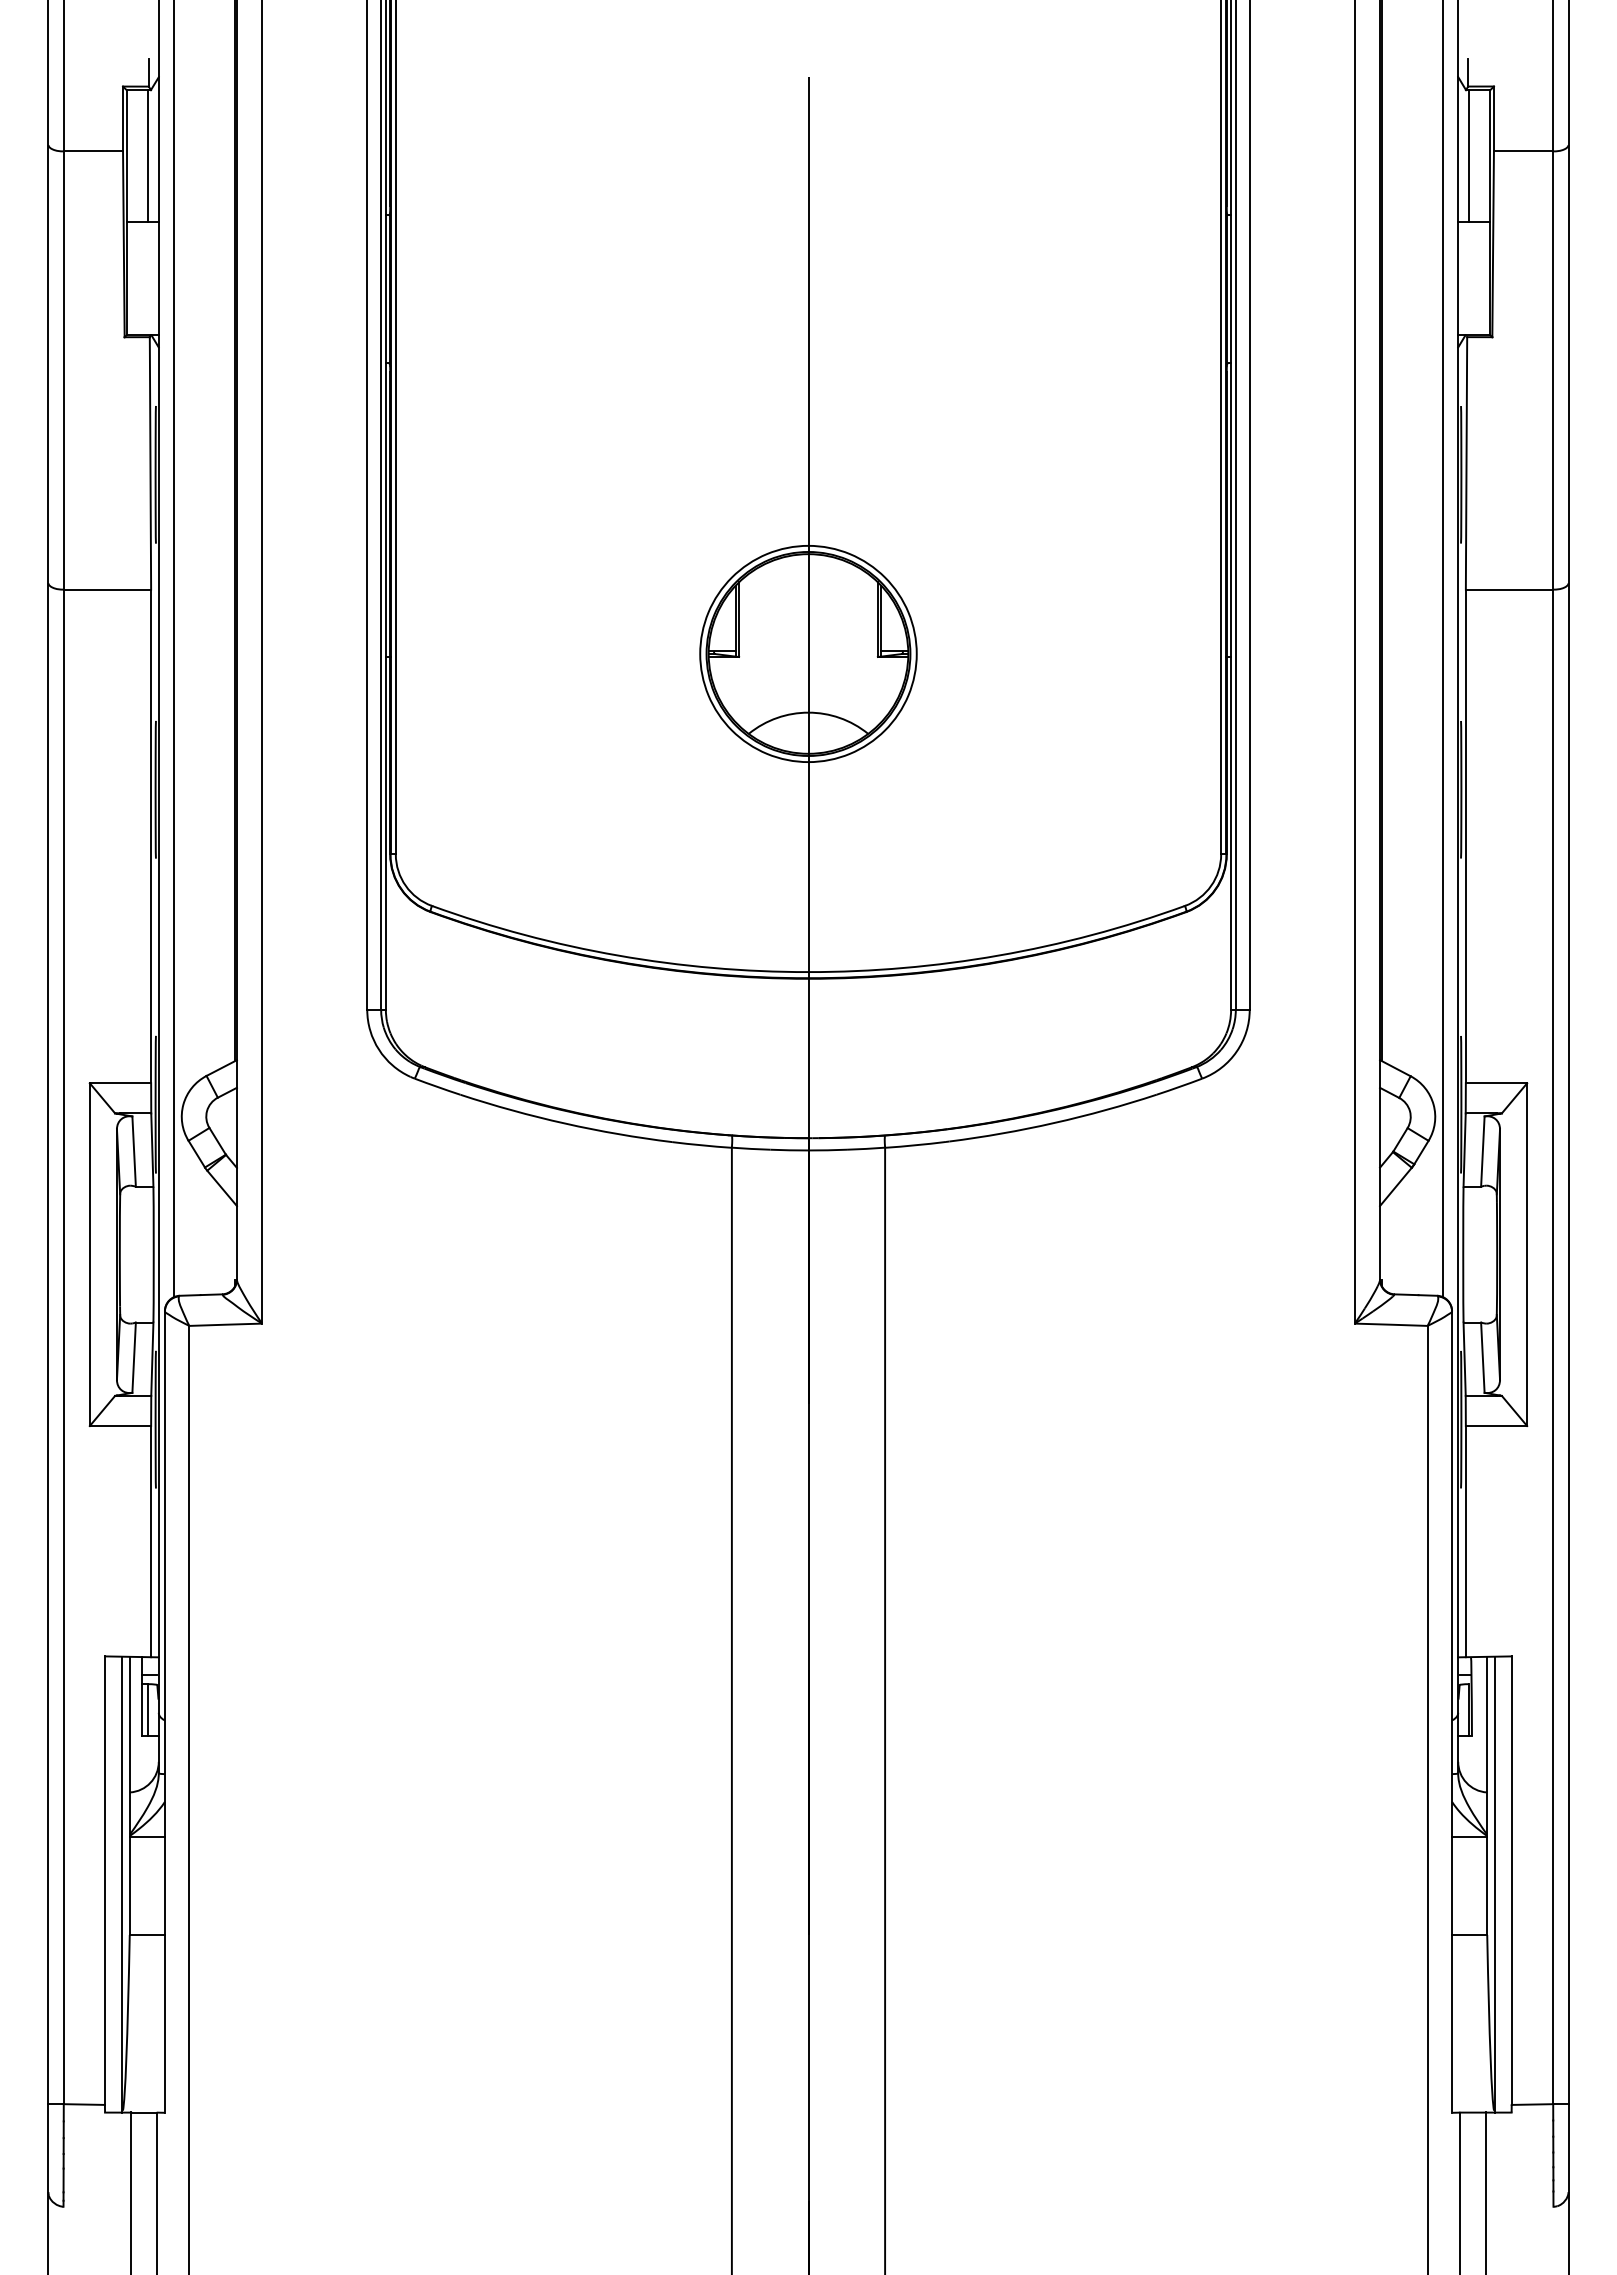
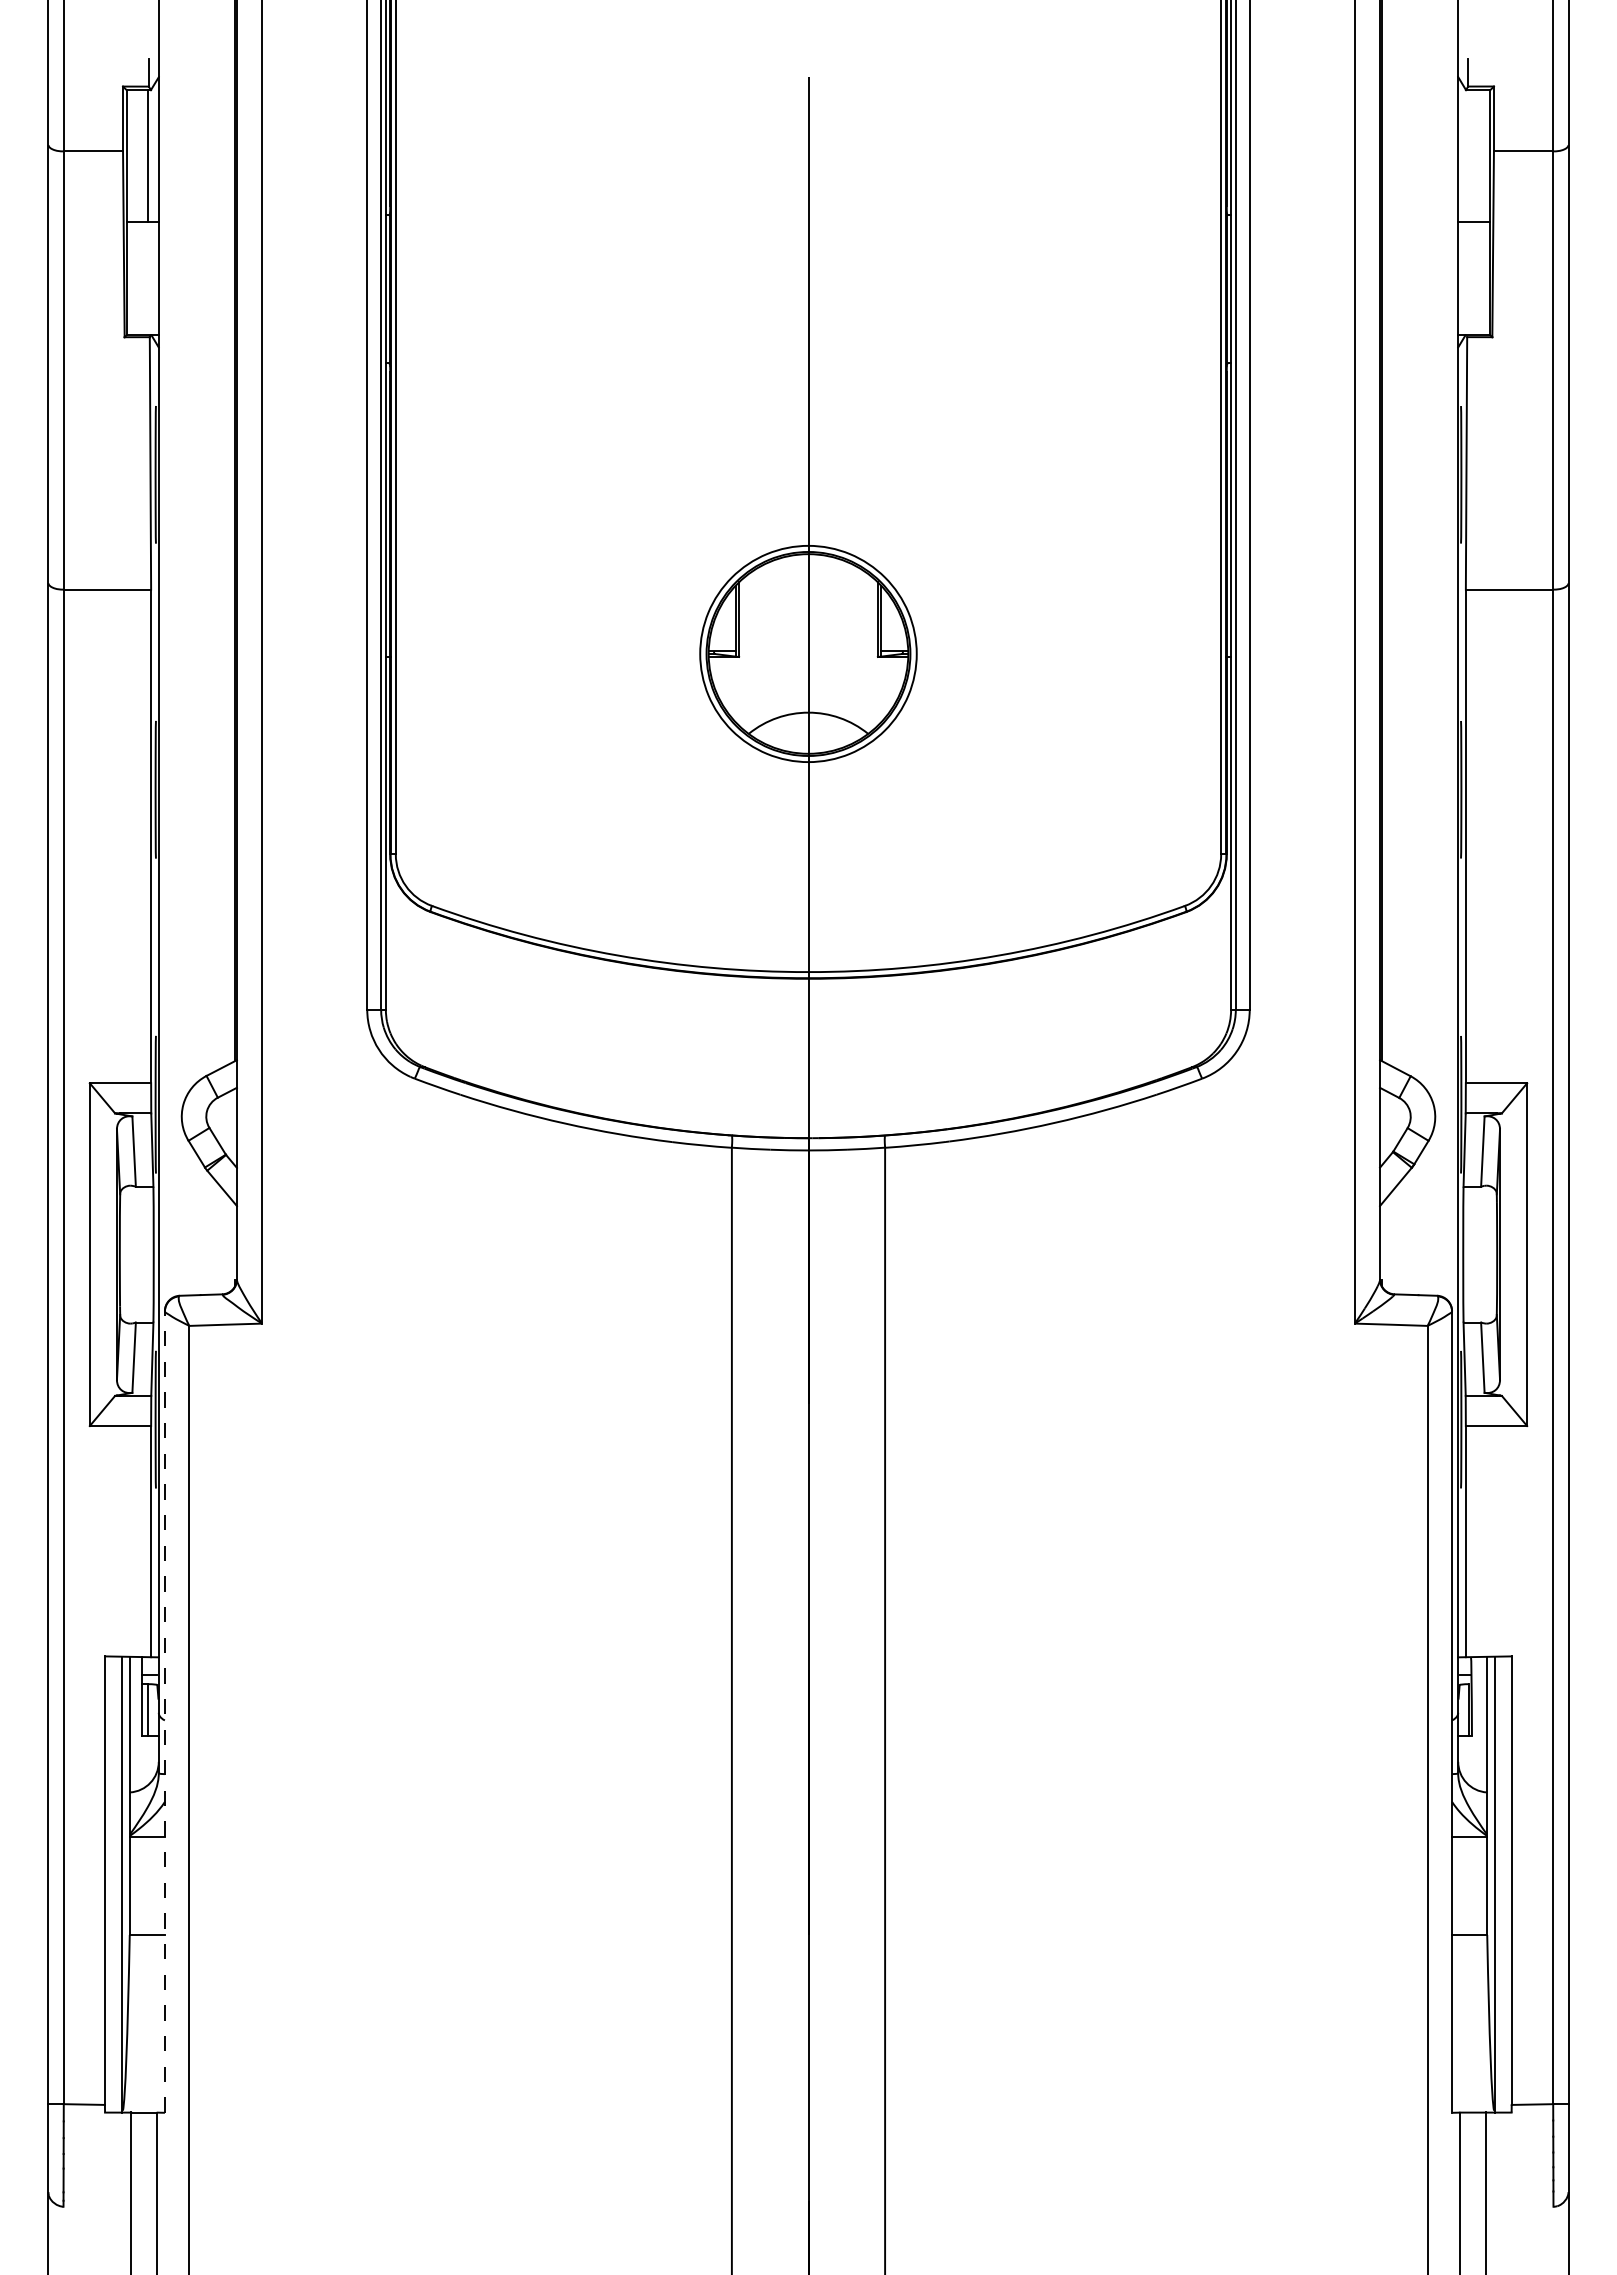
line at (1468, 155): present -> none
line at (174, 649): present -> none
line at (1442, 649): present -> none
line at (164, 1711): solid -> dashed
